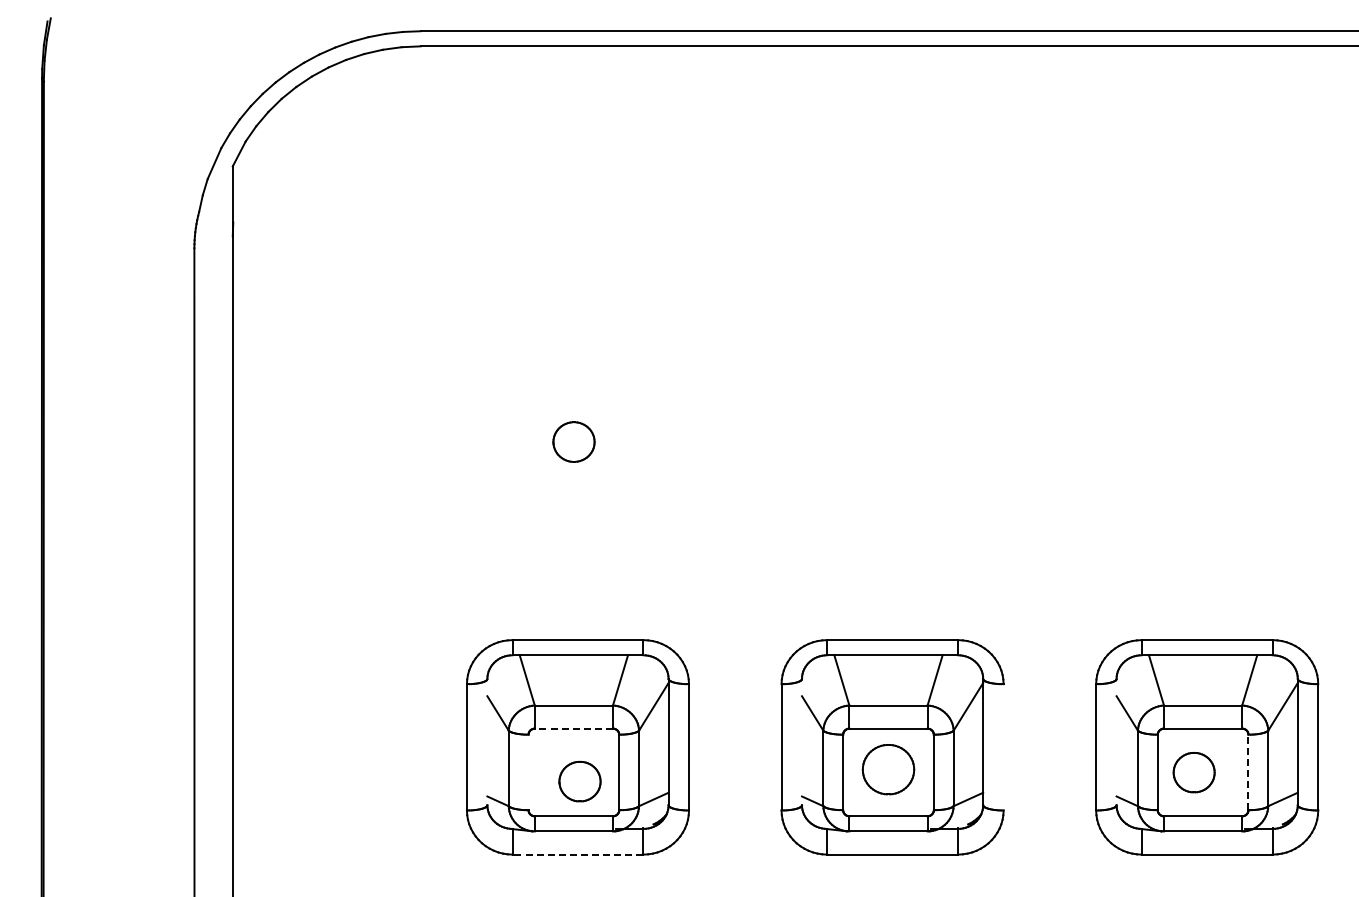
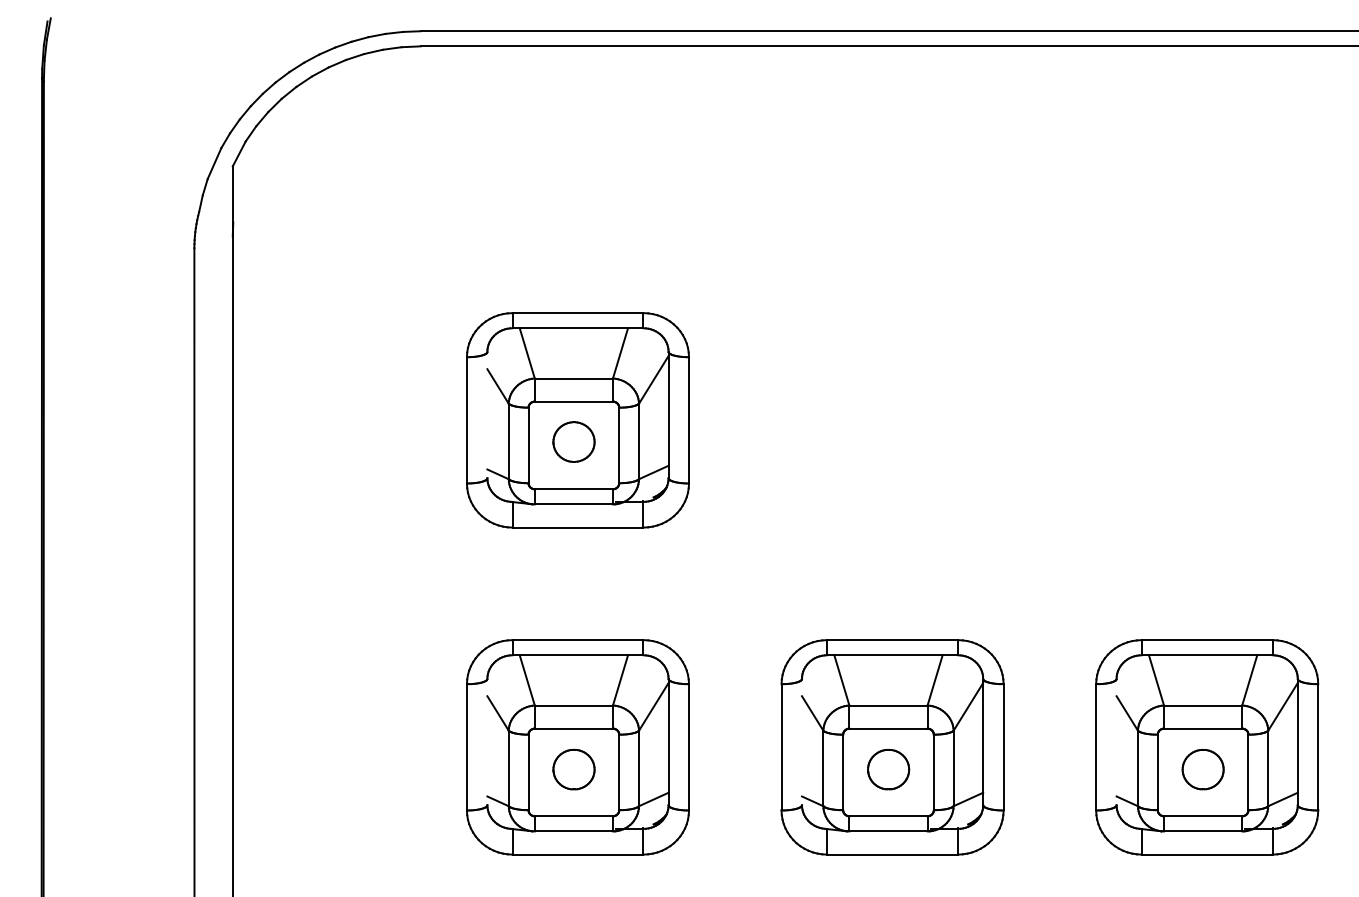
part at (577, 420): none -> present
line at (573, 728): dashed -> solid
line at (1003, 747): none -> present
part at (888, 769) size: 55x52 px -> 44x43 px
line at (528, 772): none -> present
part at (1193, 772) position: (1193, 772) -> (1202, 769)
line at (1248, 772): dashed -> solid
part at (579, 781) position: (579, 781) -> (573, 769)
line at (577, 854): dashed -> solid
